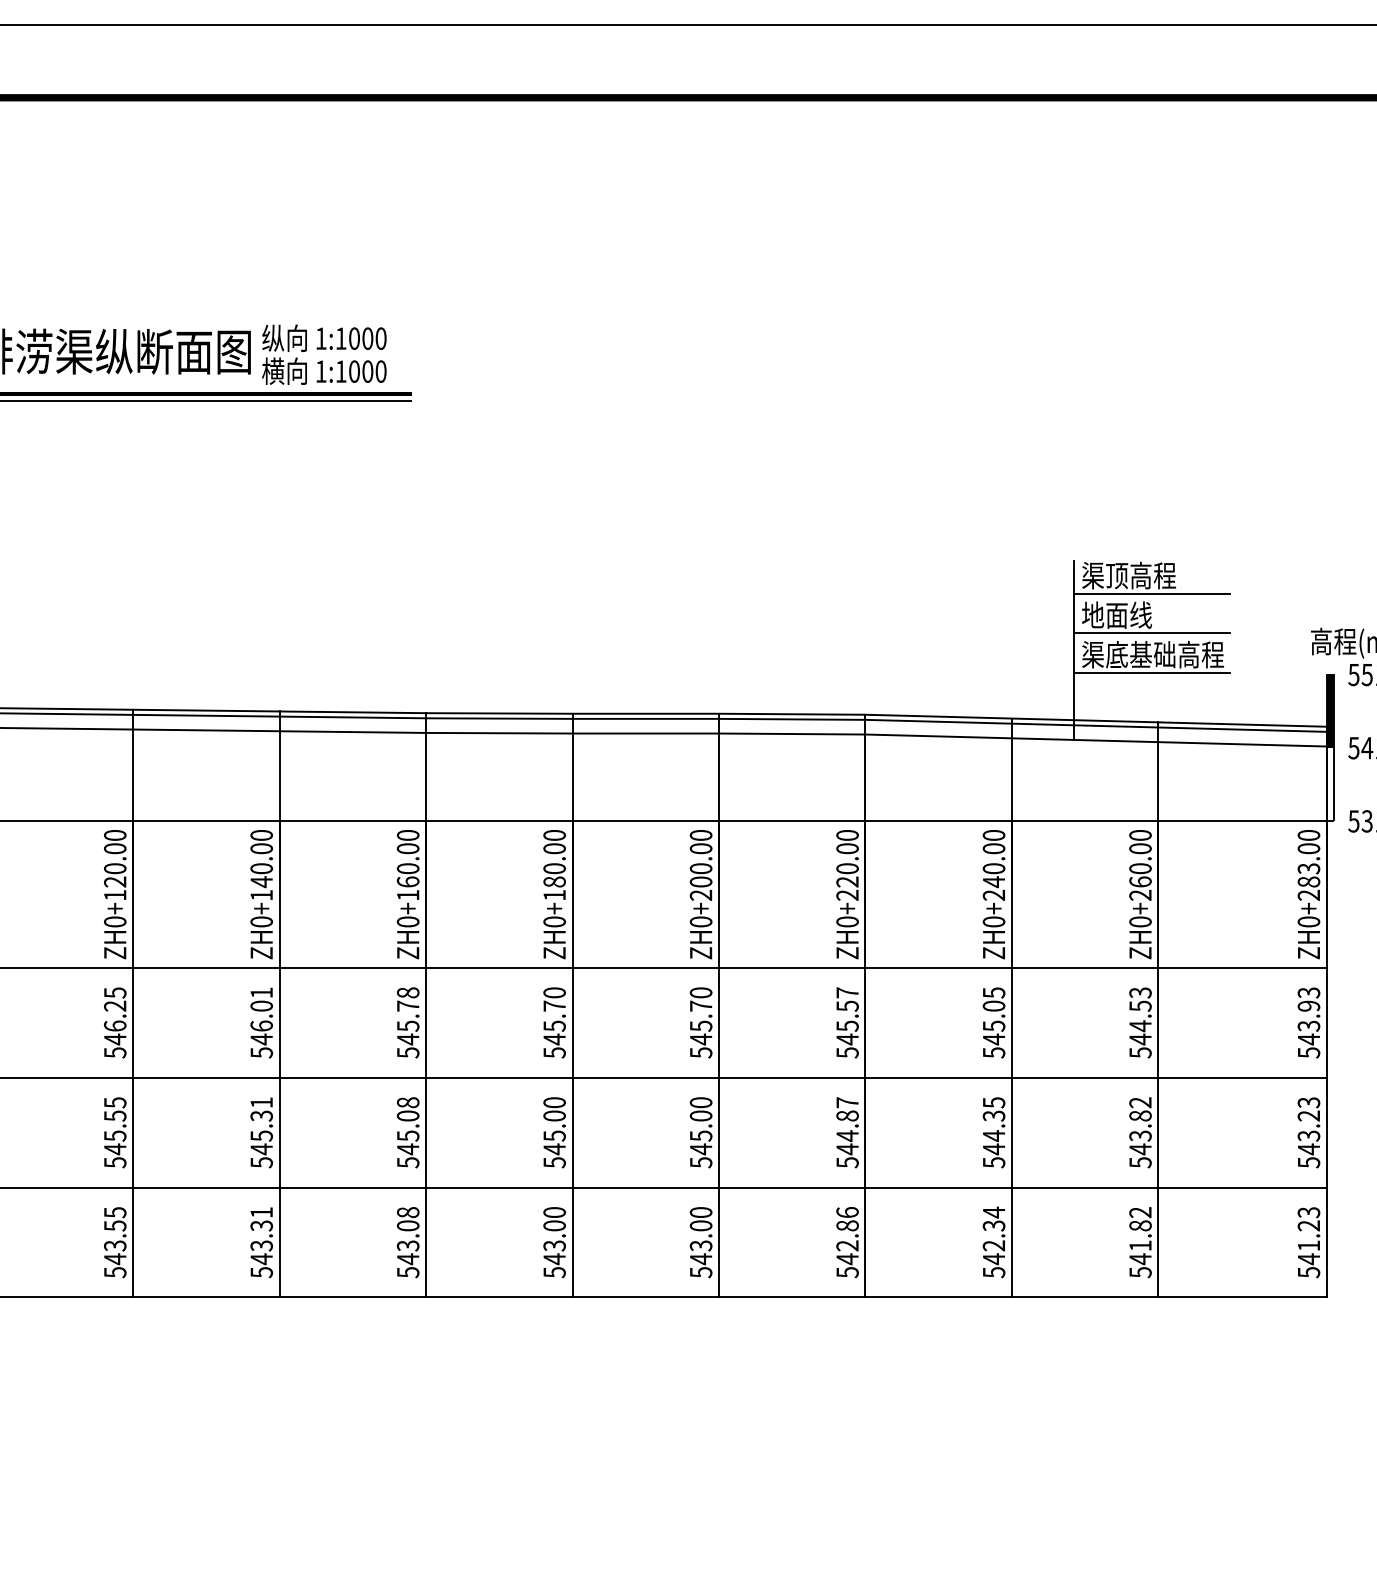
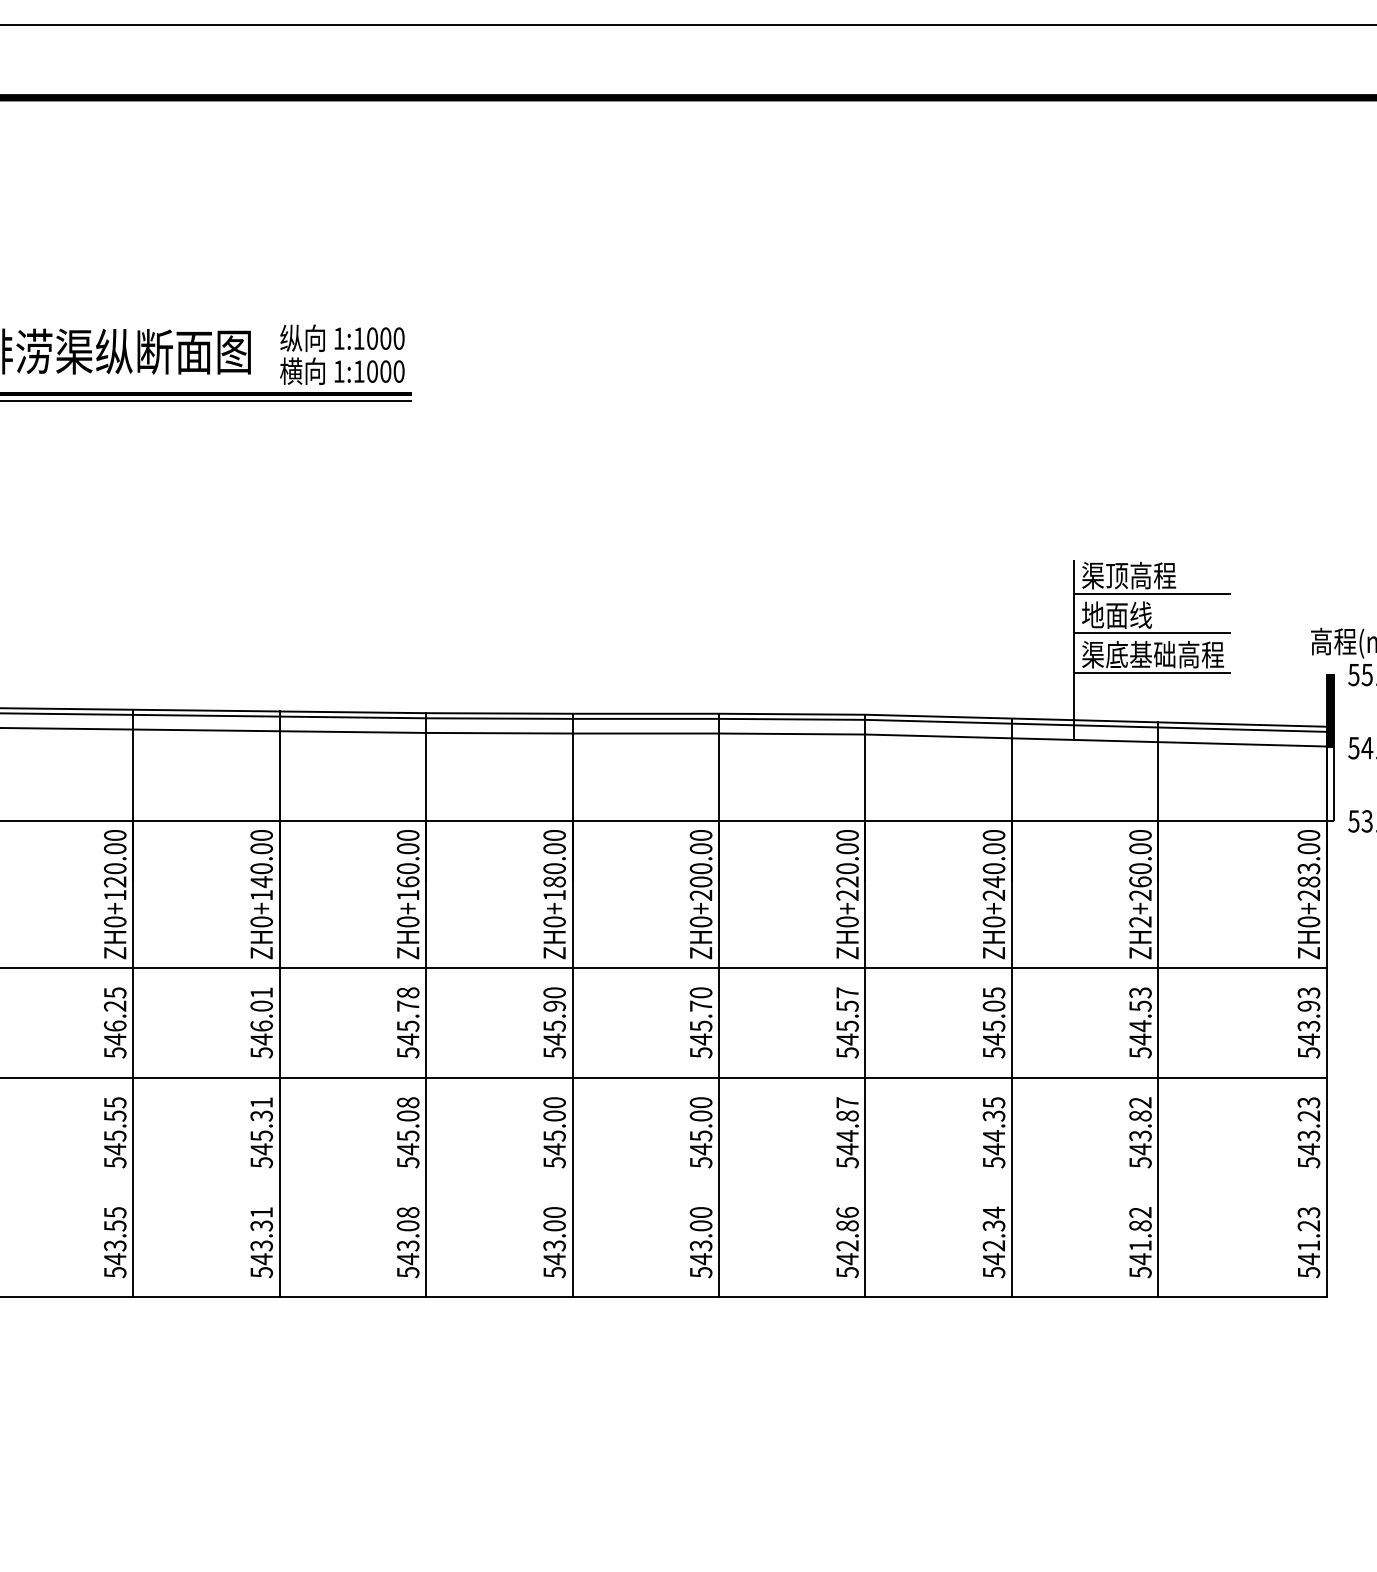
text at (324, 354) position: (324, 354) -> (342, 354)
text at (1140, 921): ZH0+260.00 -> ZH2+260.00
text at (554, 1005): 545.70 -> 545.90
line at (664, 1187): present -> none
